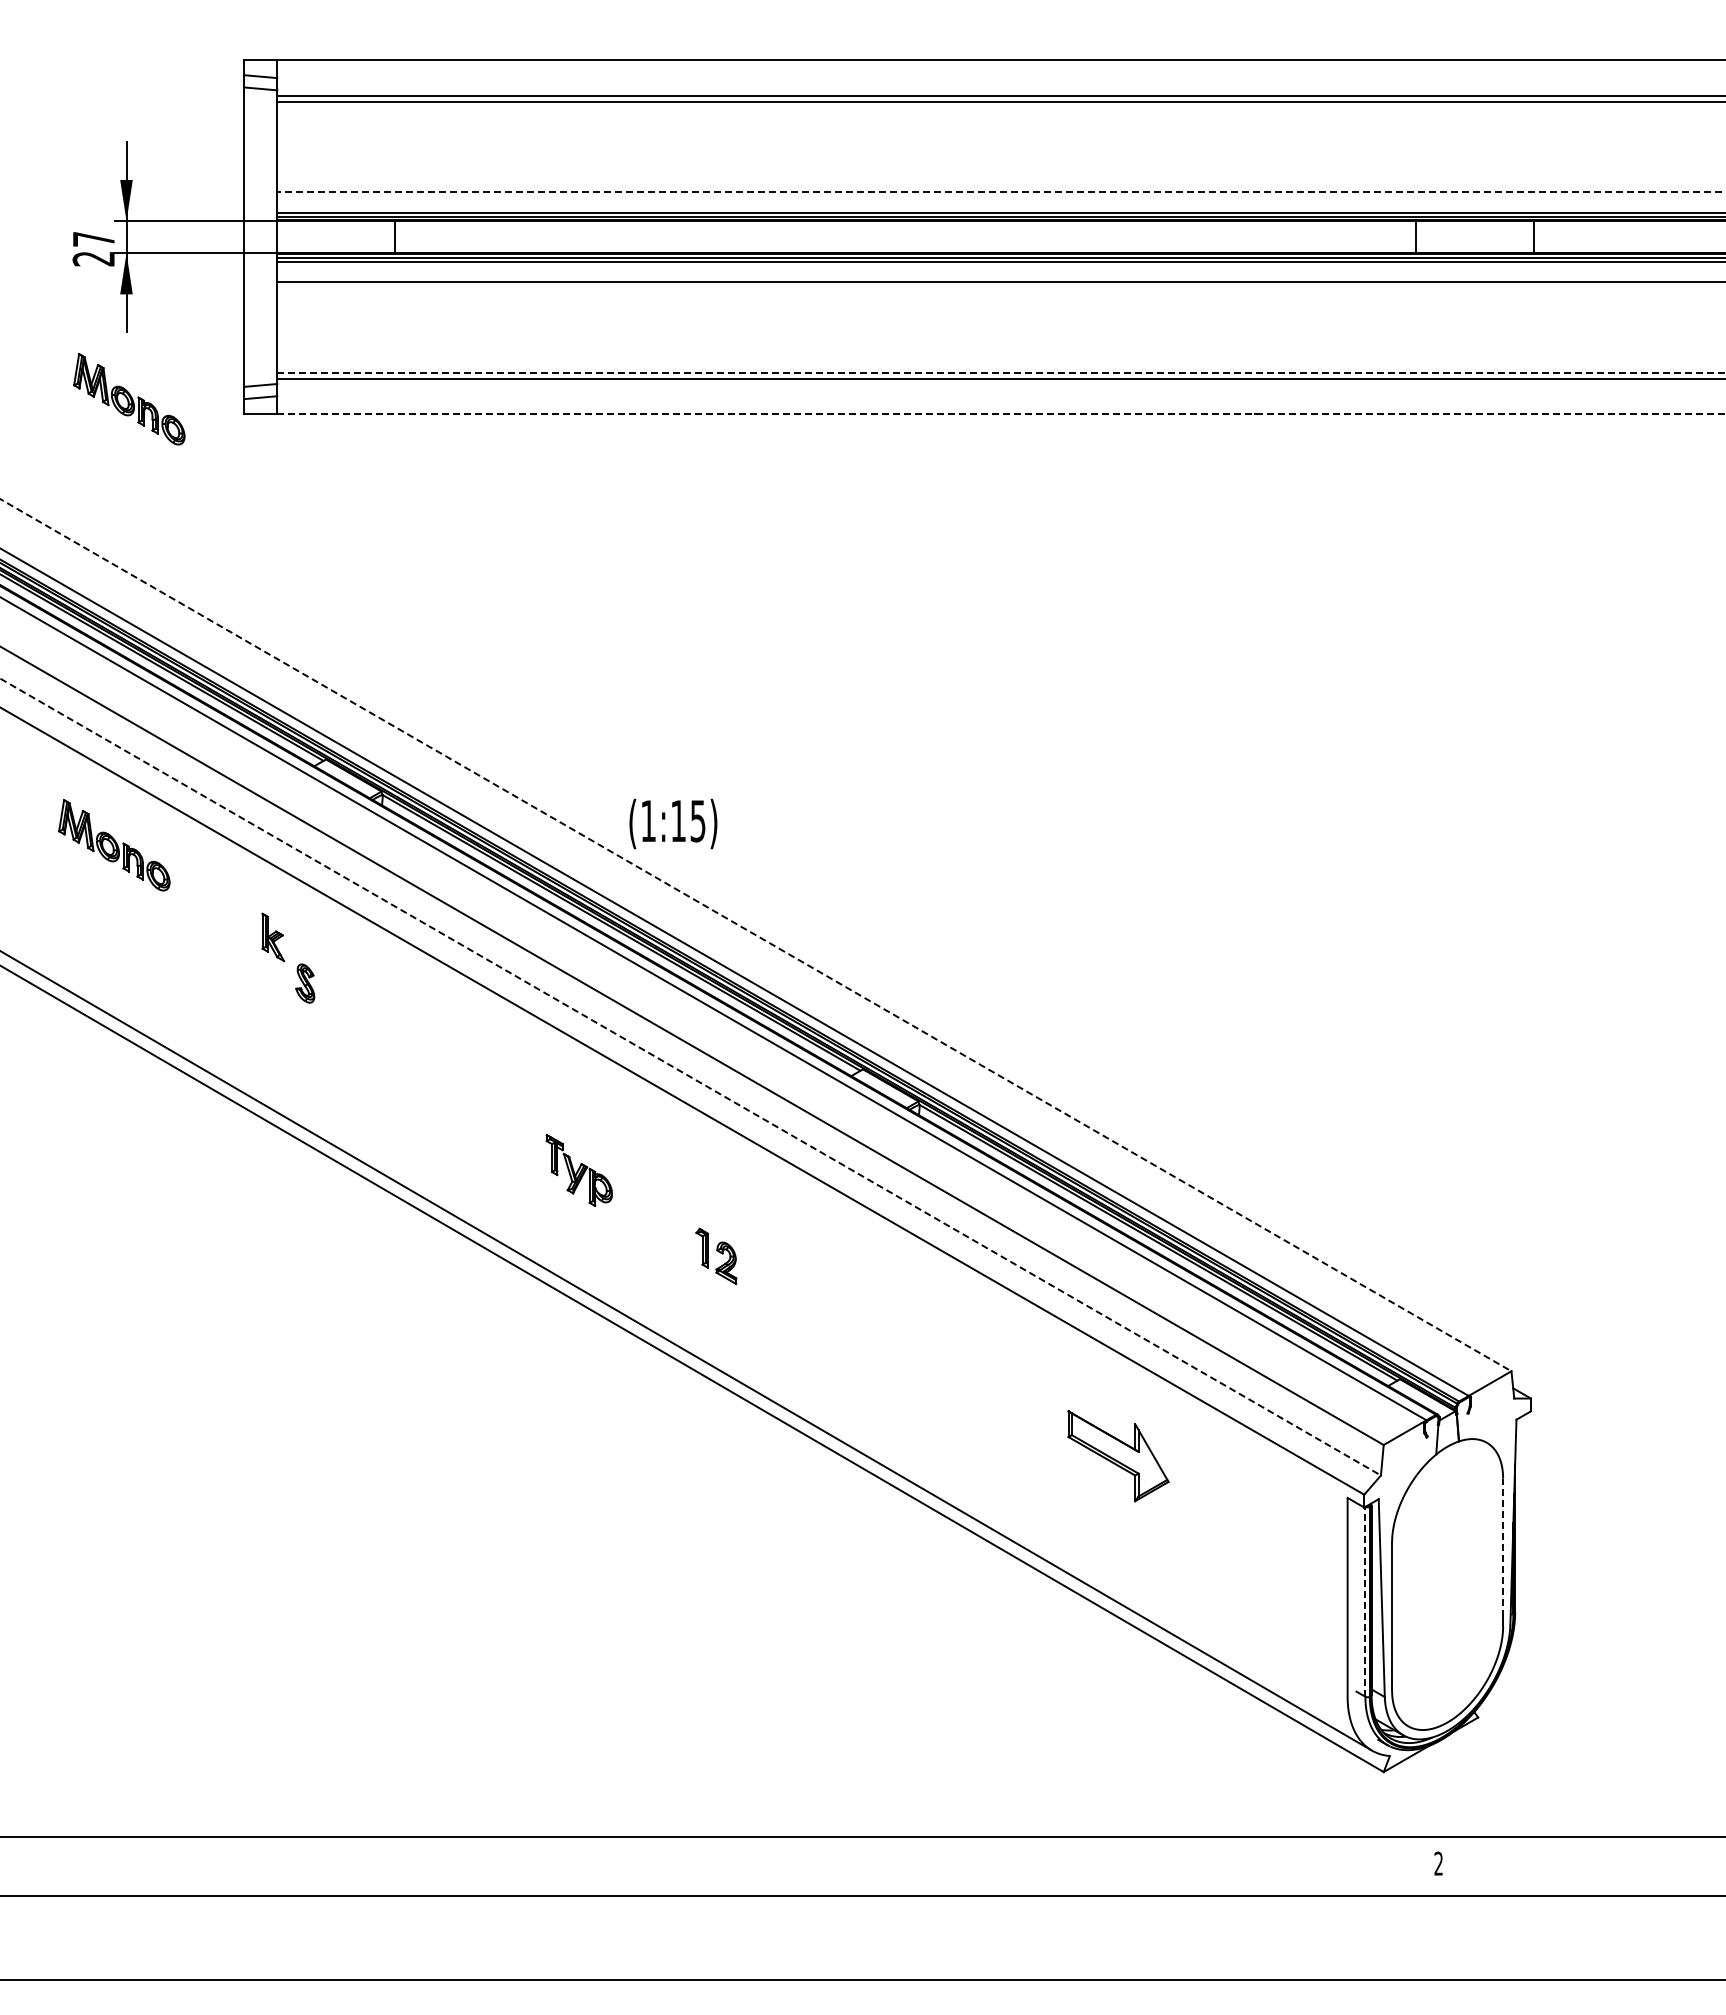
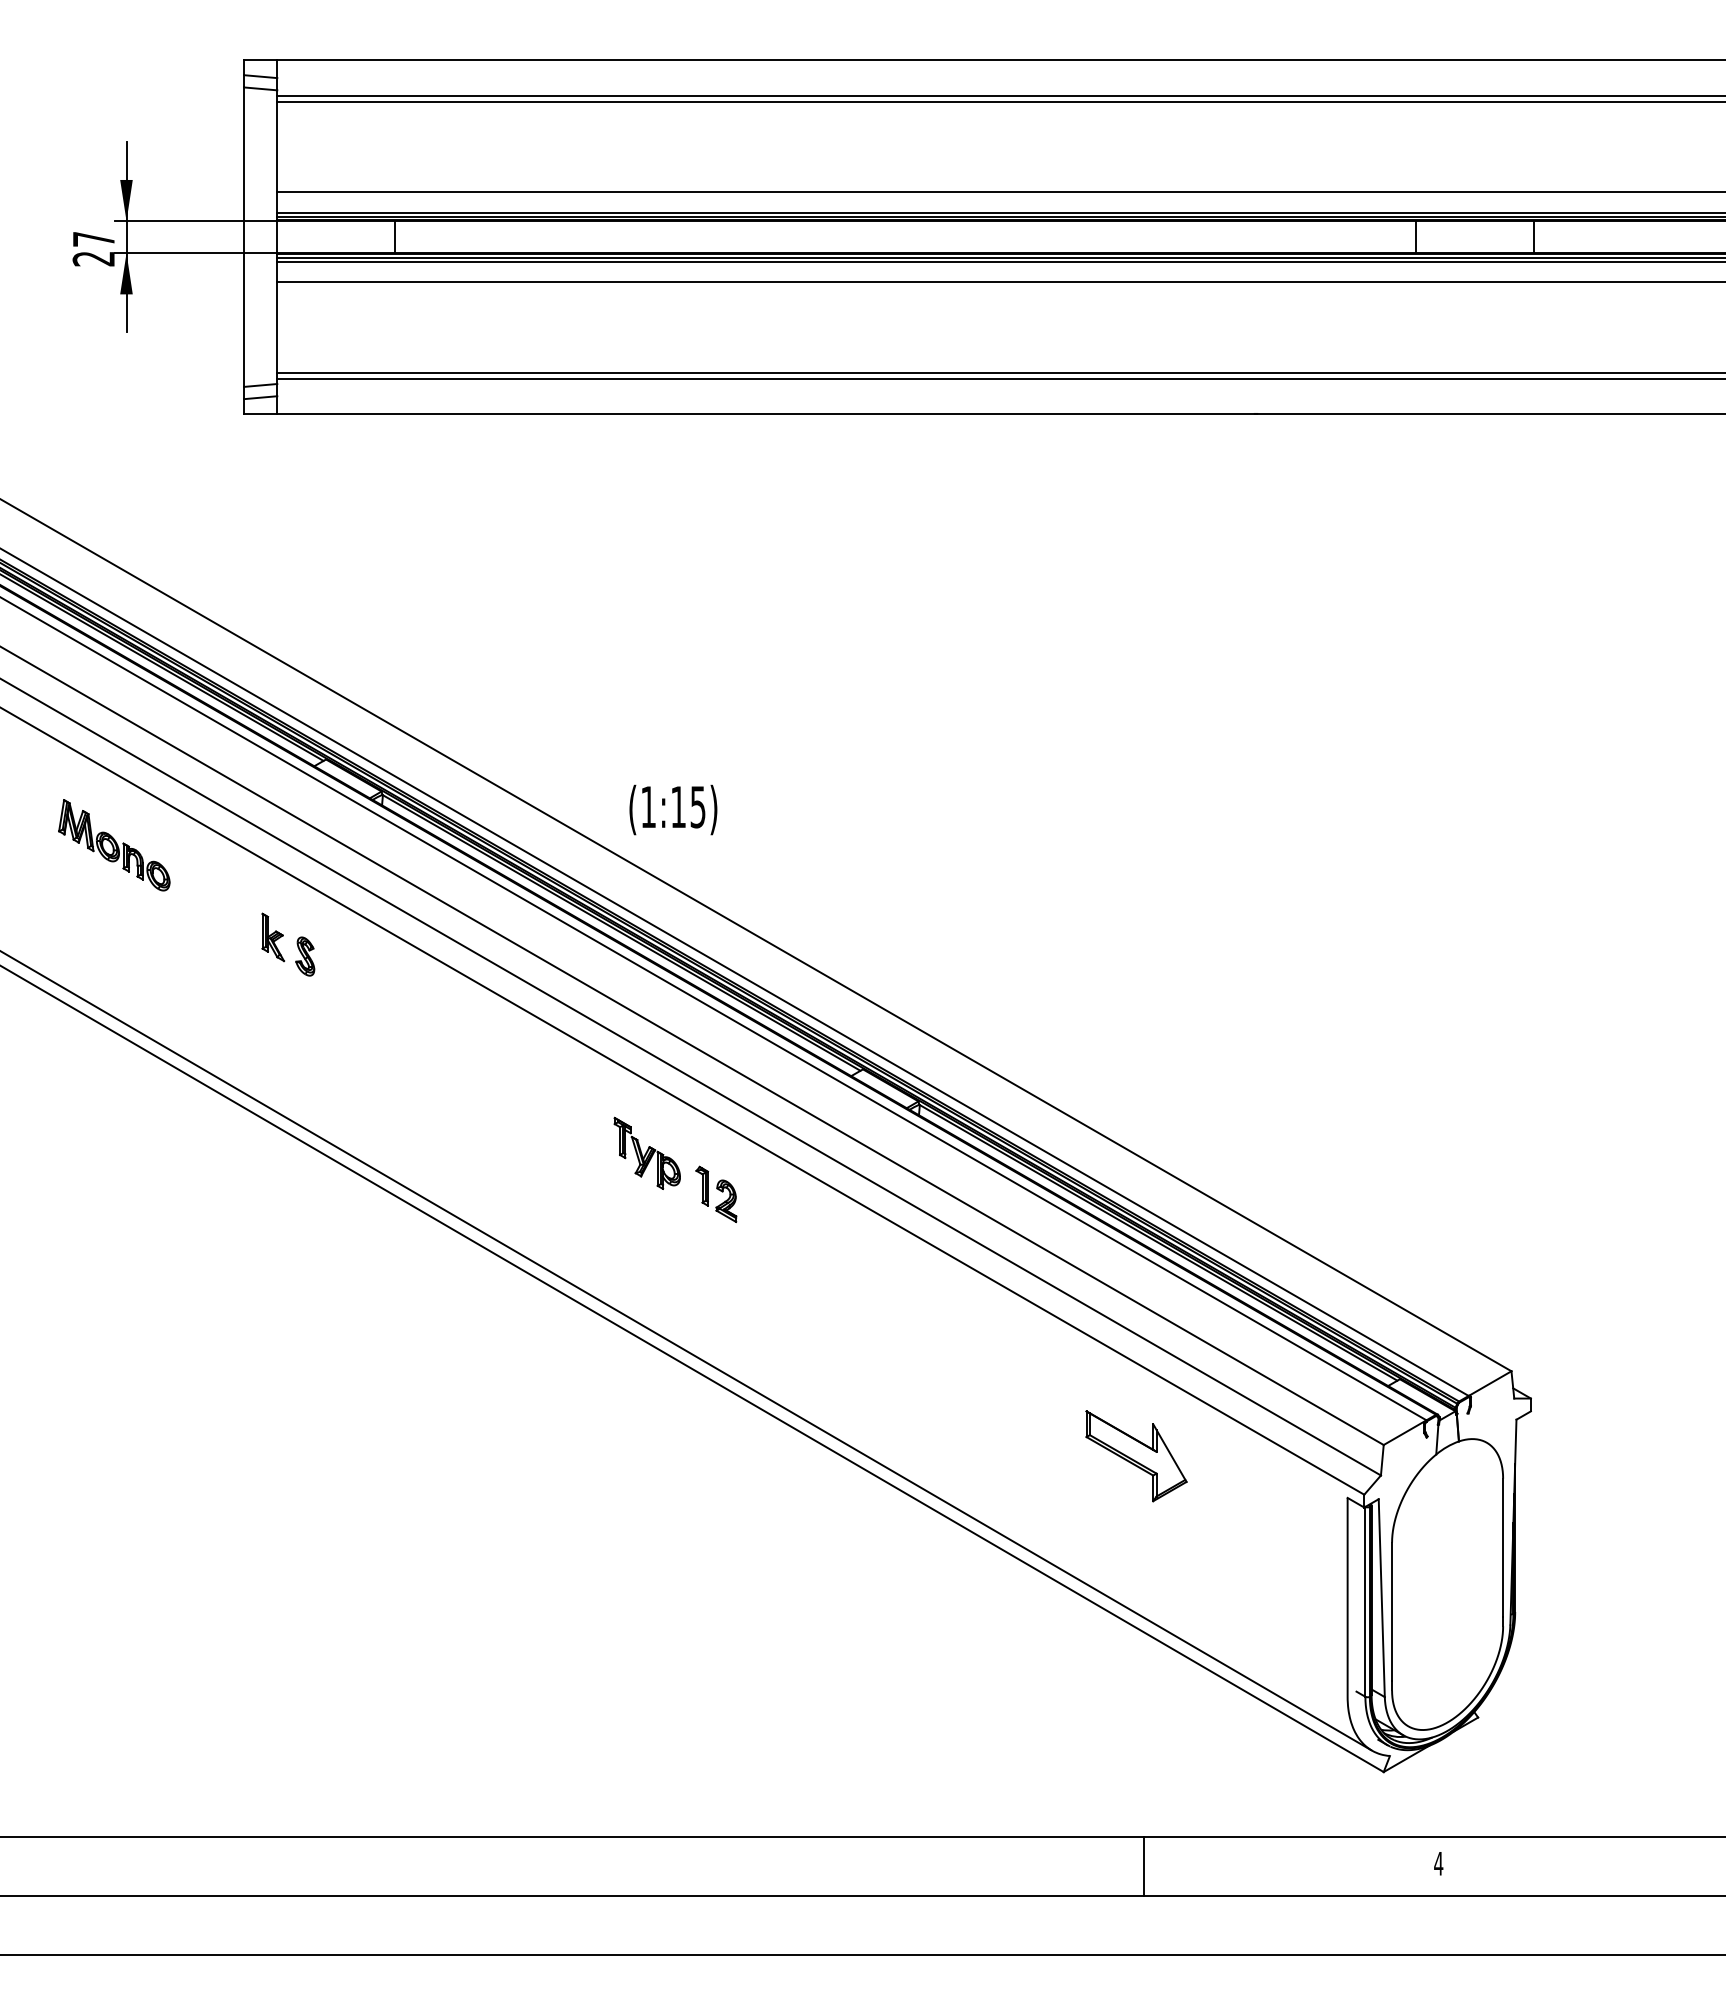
line at (1001, 192): dashed -> solid
line at (1001, 372): dashed -> solid
part at (129, 399): present -> none
line at (1001, 413): dashed -> solid
text at (673, 823) position: (673, 823) -> (673, 809)
line at (756, 935): dashed -> solid
part at (305, 983) position: (305, 983) -> (305, 956)
line at (690, 1077): dashed -> solid
part at (578, 1169) position: (578, 1169) -> (646, 1152)
part at (716, 1255) position: (716, 1255) -> (716, 1193)
part at (1118, 1456) position: (1118, 1456) -> (1136, 1456)
line at (1503, 1547): dashed -> solid
line at (1365, 1601): dashed -> solid
text at (1438, 1863): 2 -> 4
line at (1143, 1865): none -> present
line at (862, 1979) position: (862, 1979) -> (862, 1954)
